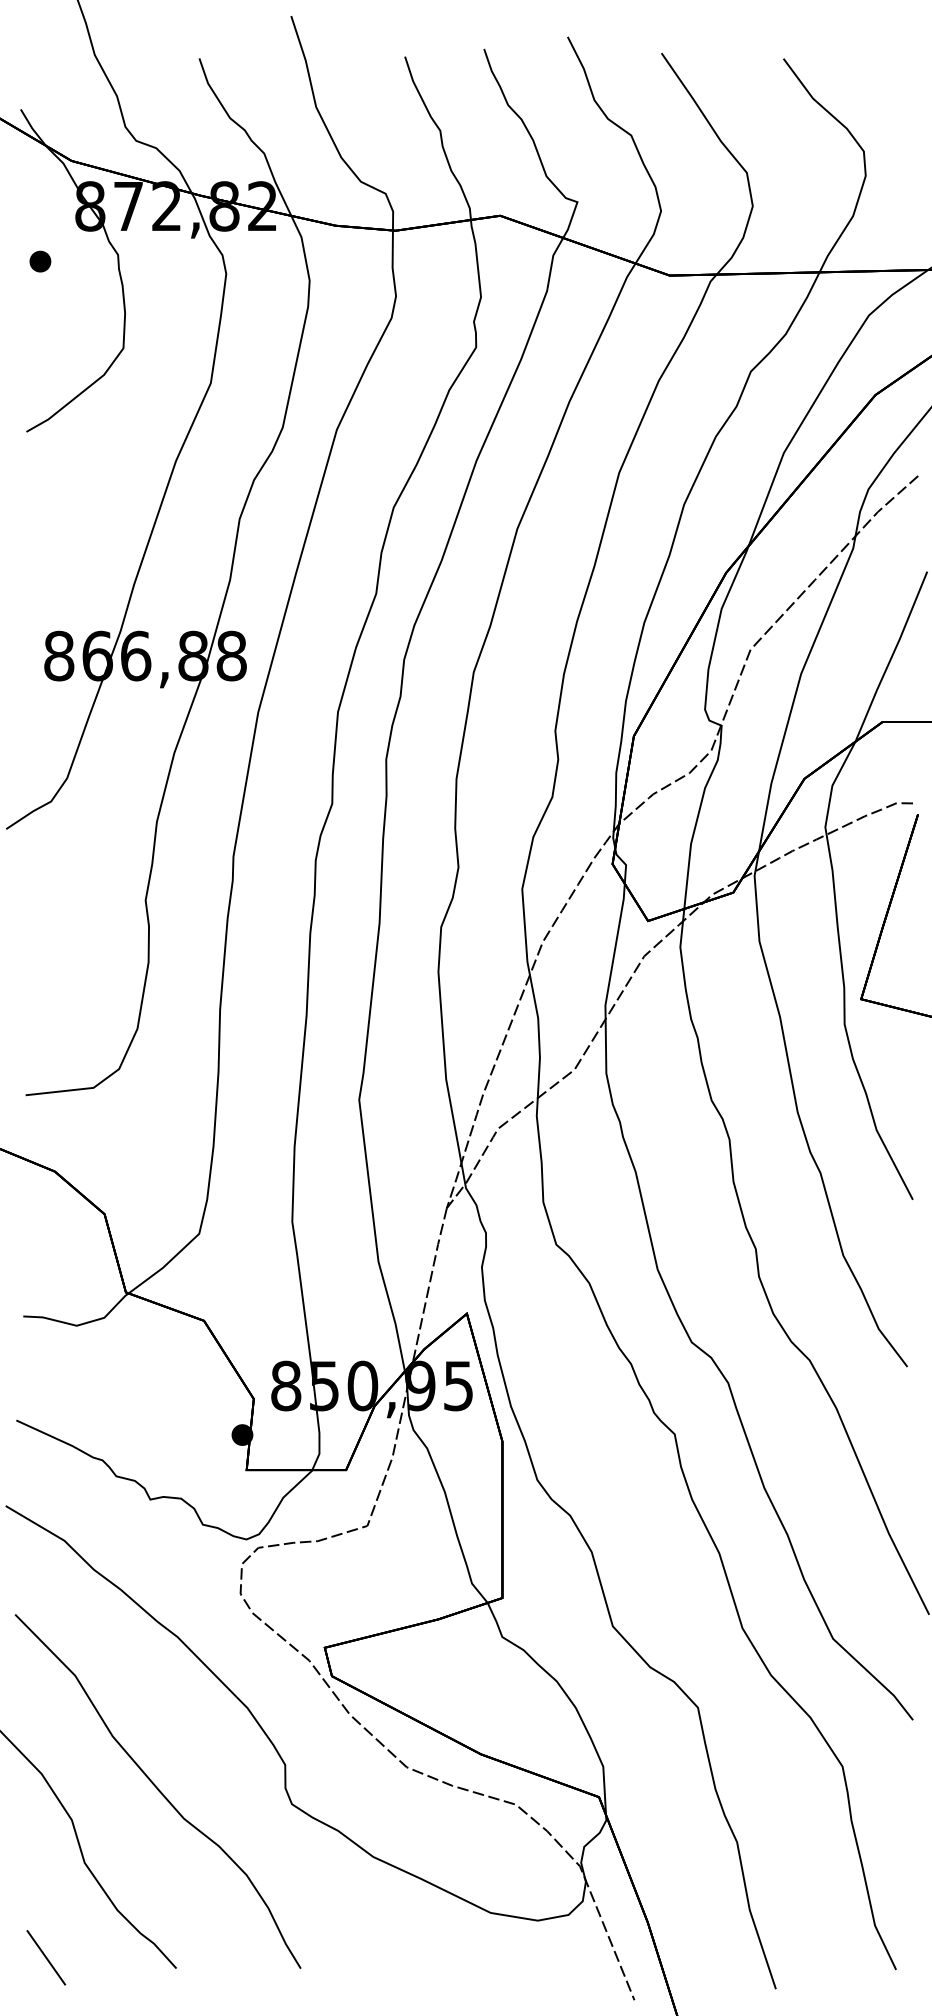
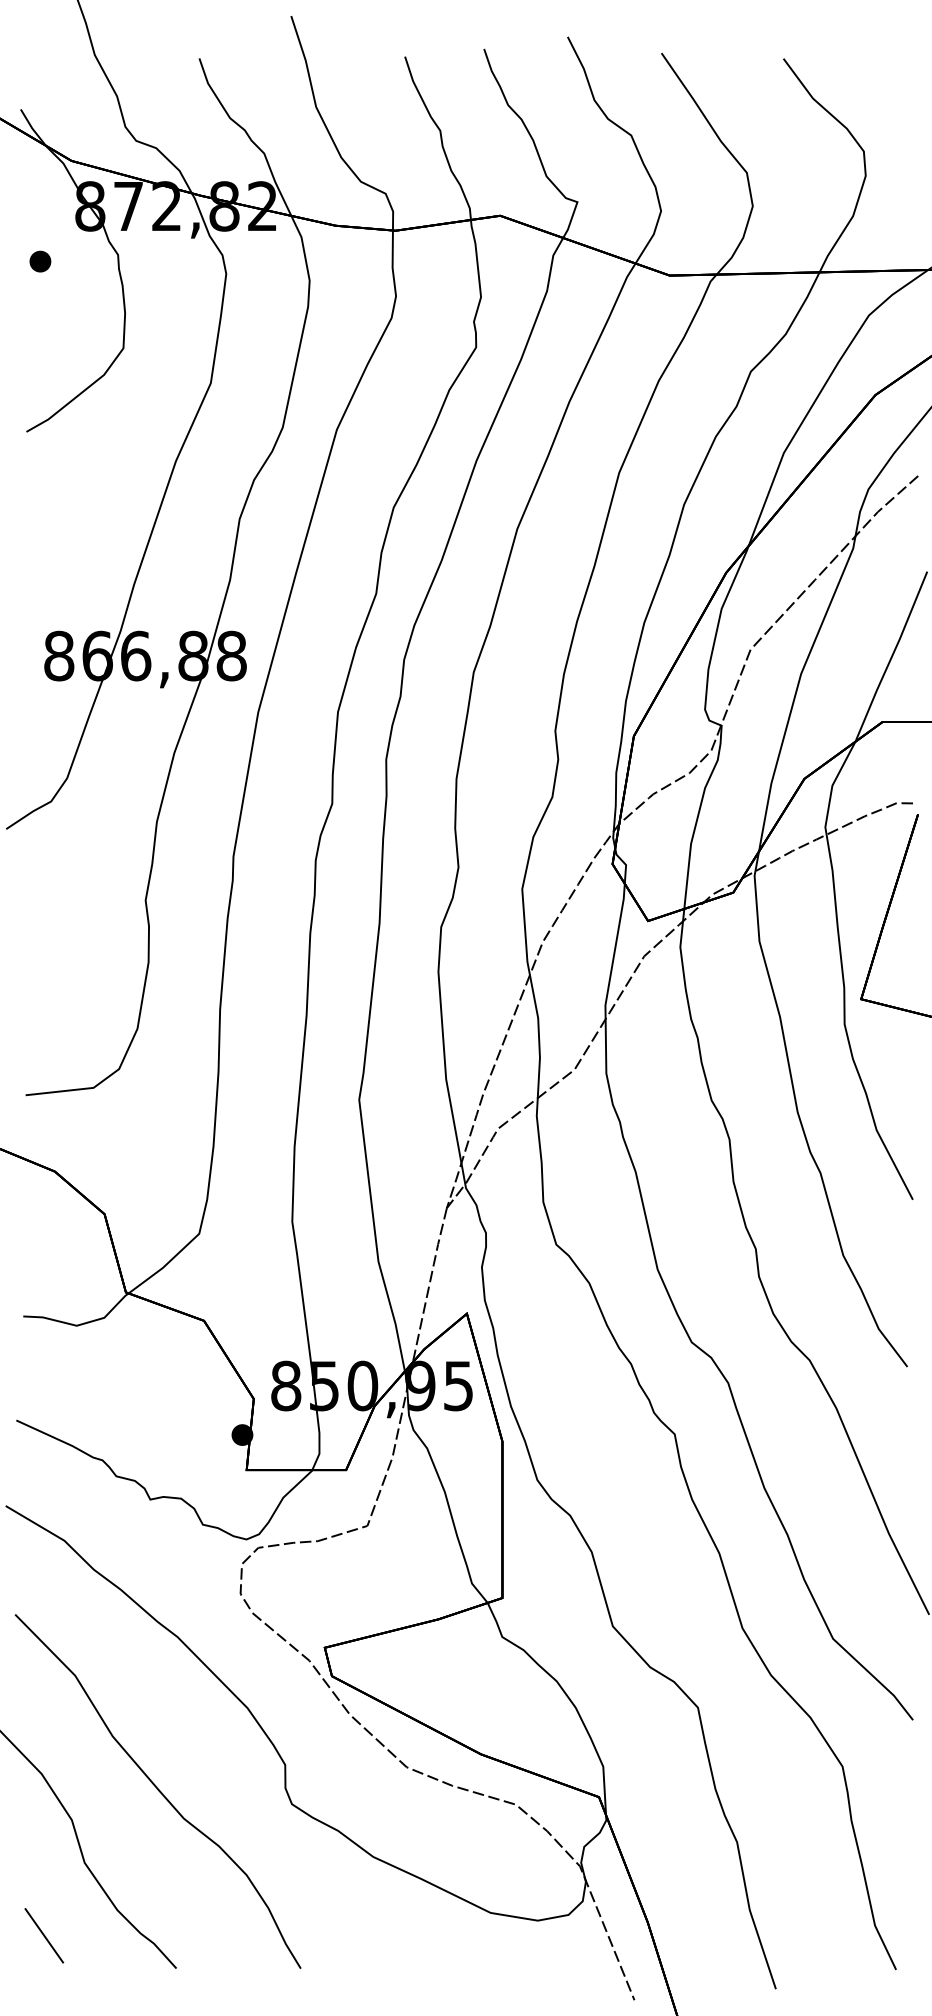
line at (46, 1957) position: (46, 1957) -> (44, 1935)
